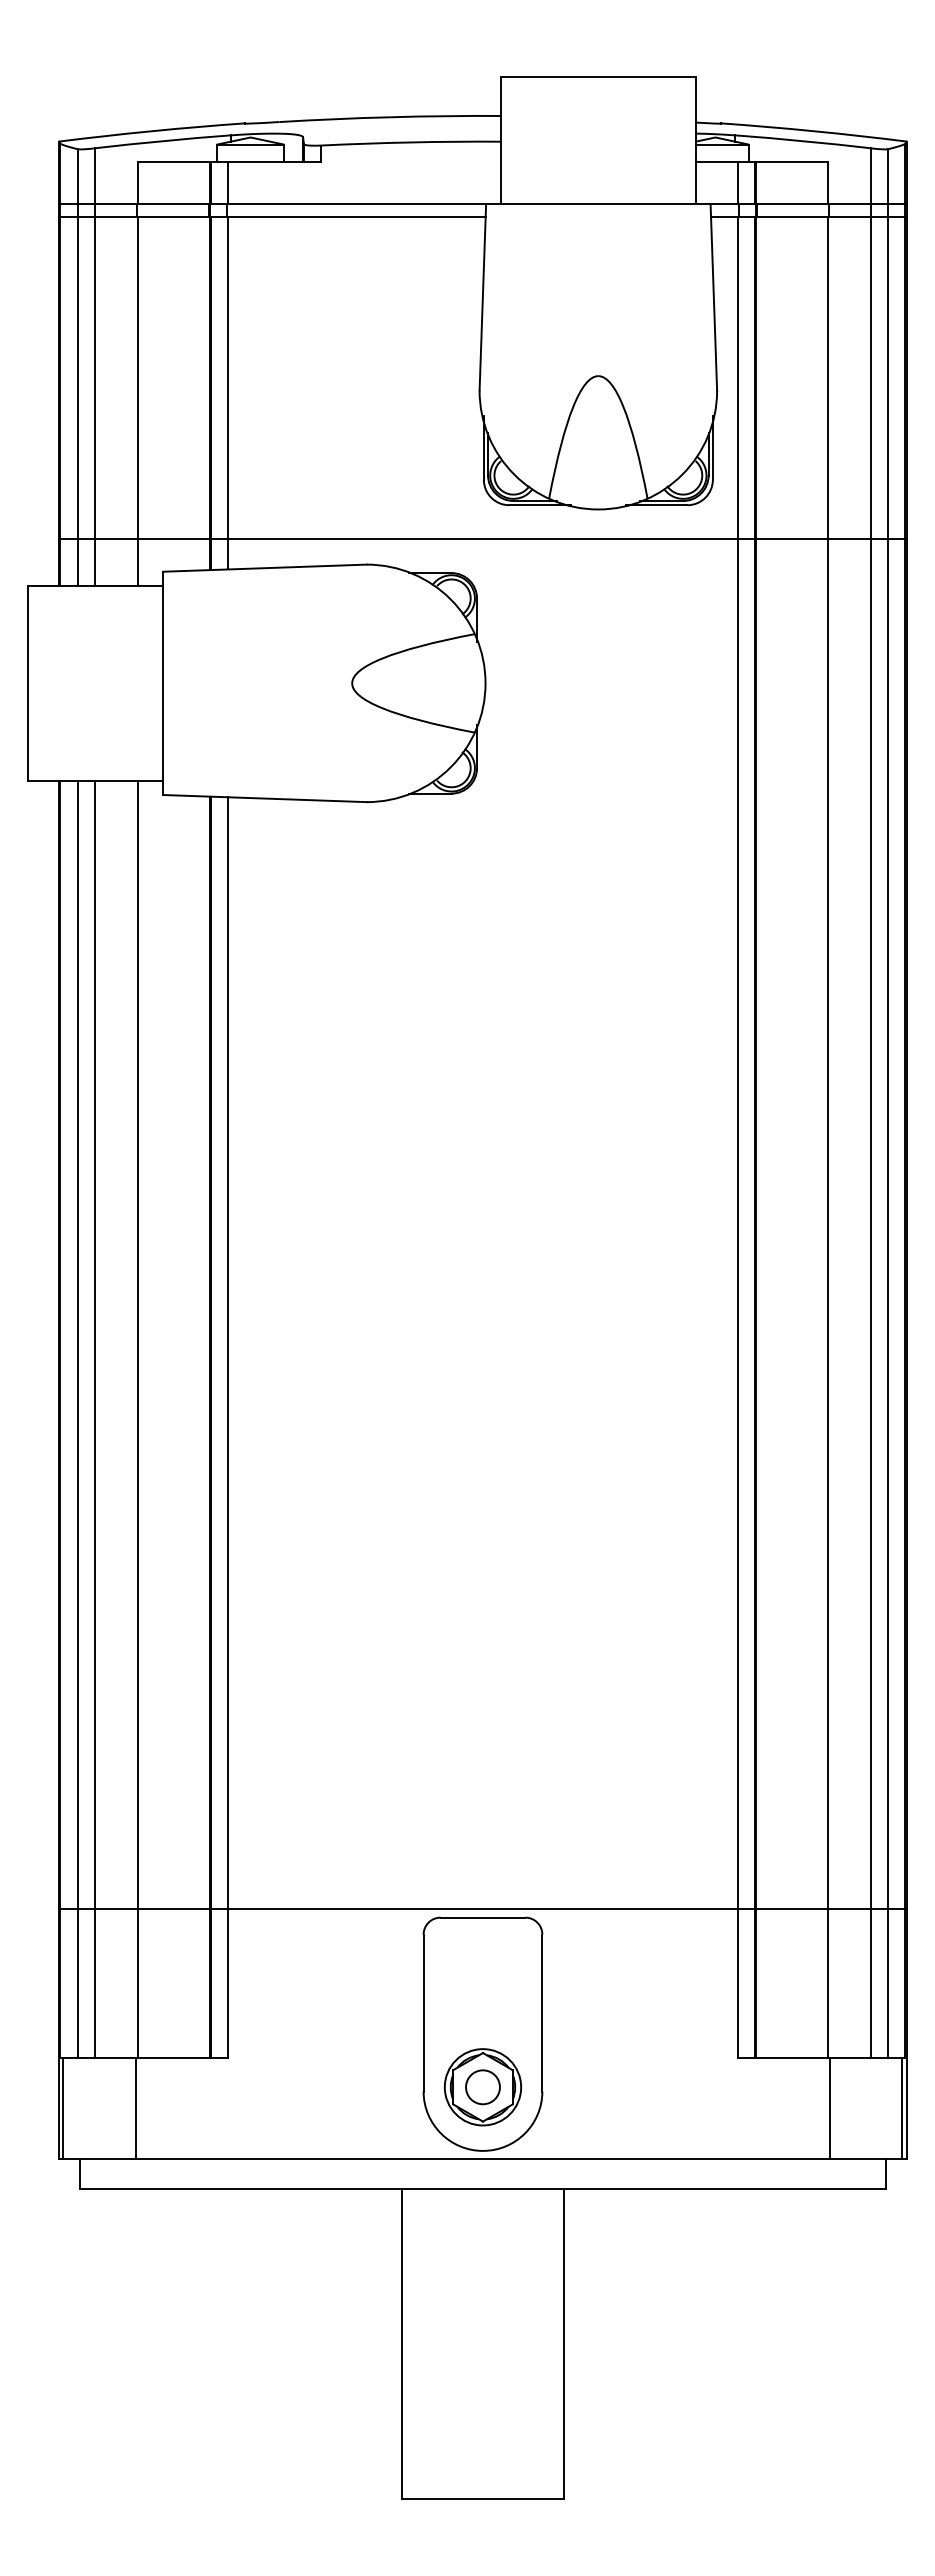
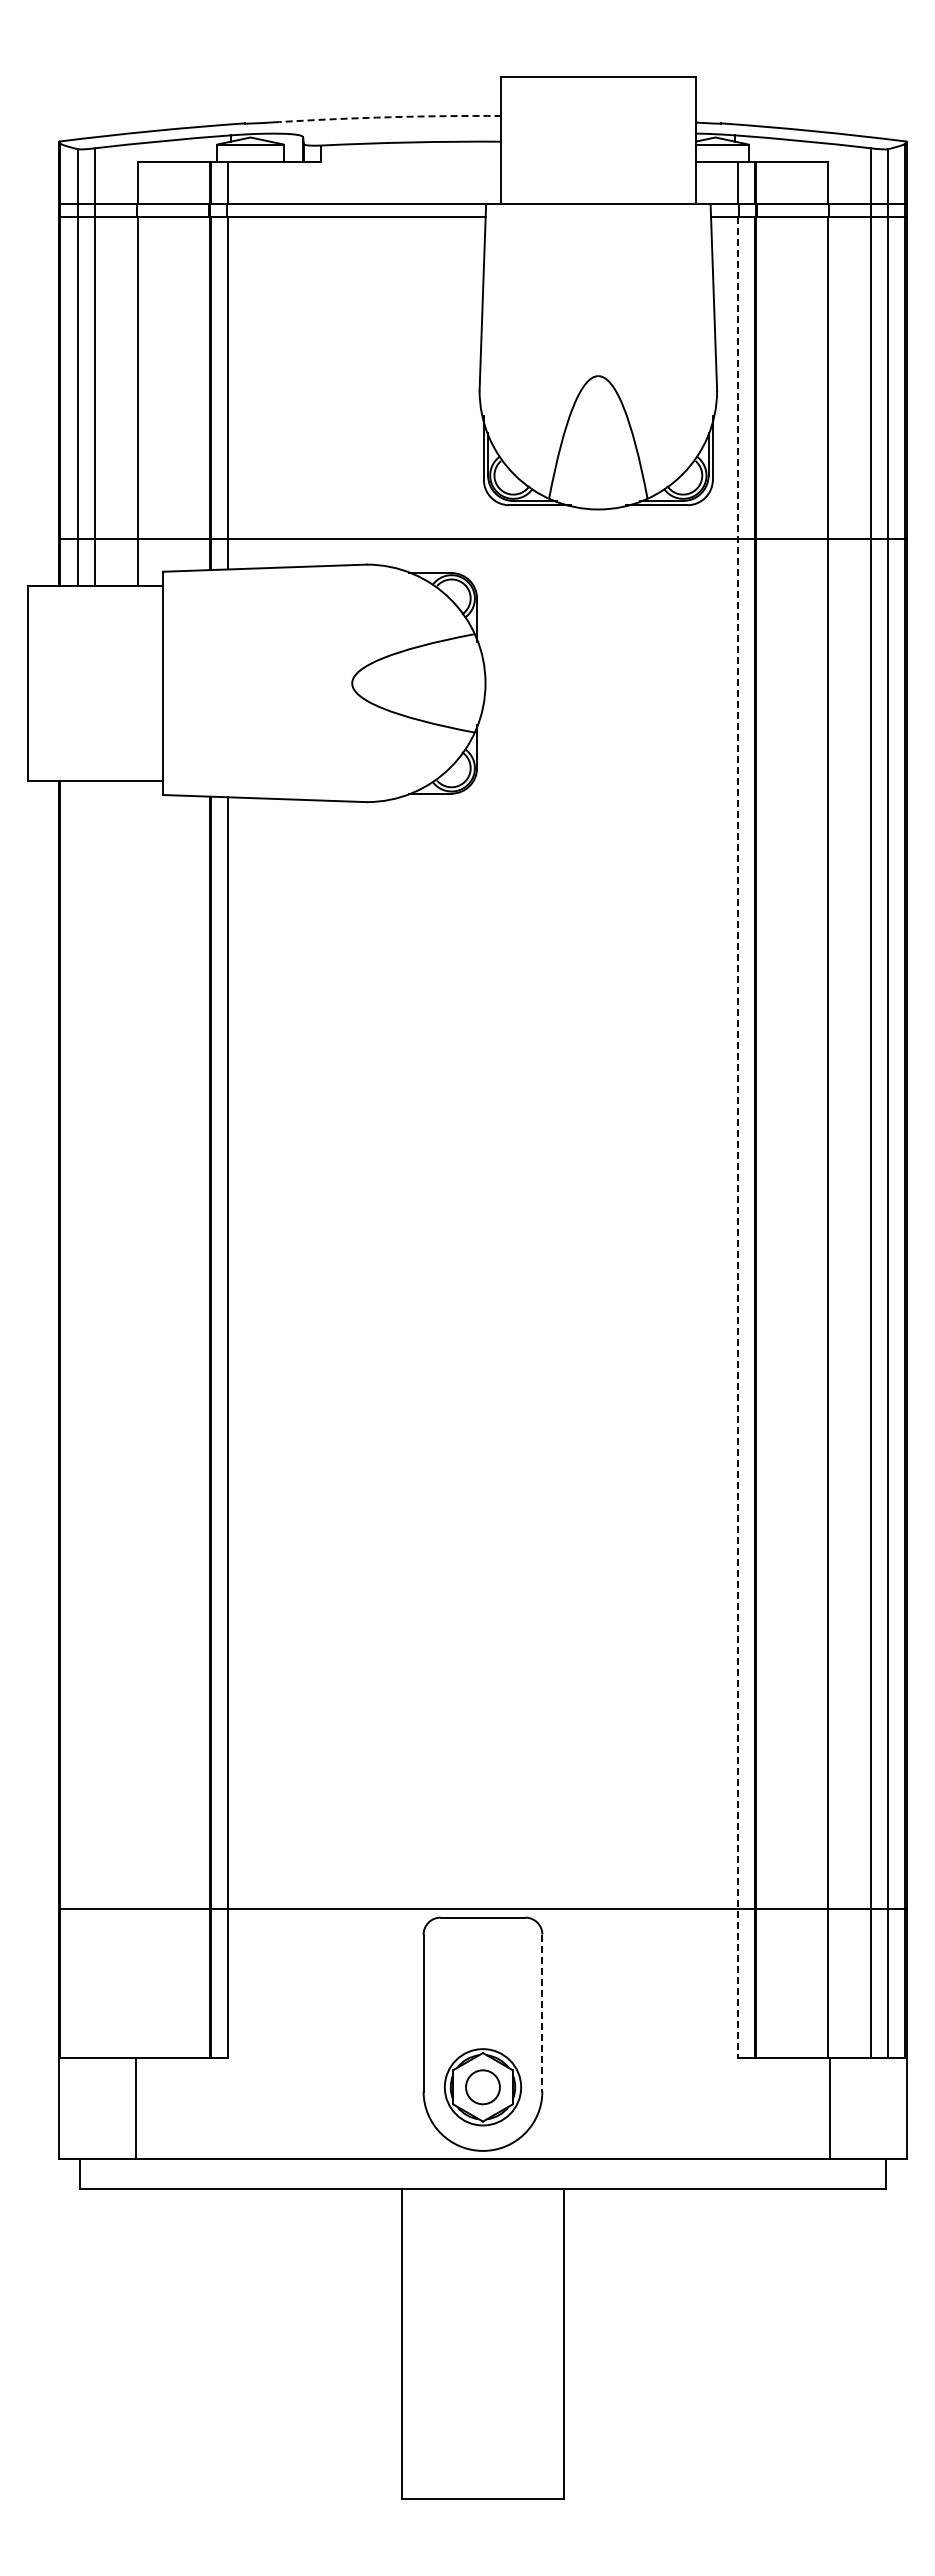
arc at (390, 117): solid -> dashed
line at (737, 1137): solid -> dashed
line at (78, 1418): present -> none
line at (94, 1418): present -> none
line at (138, 1418): present -> none
line at (542, 2013): solid -> dashed
line at (63, 2108): present -> none
line at (902, 2108): present -> none
